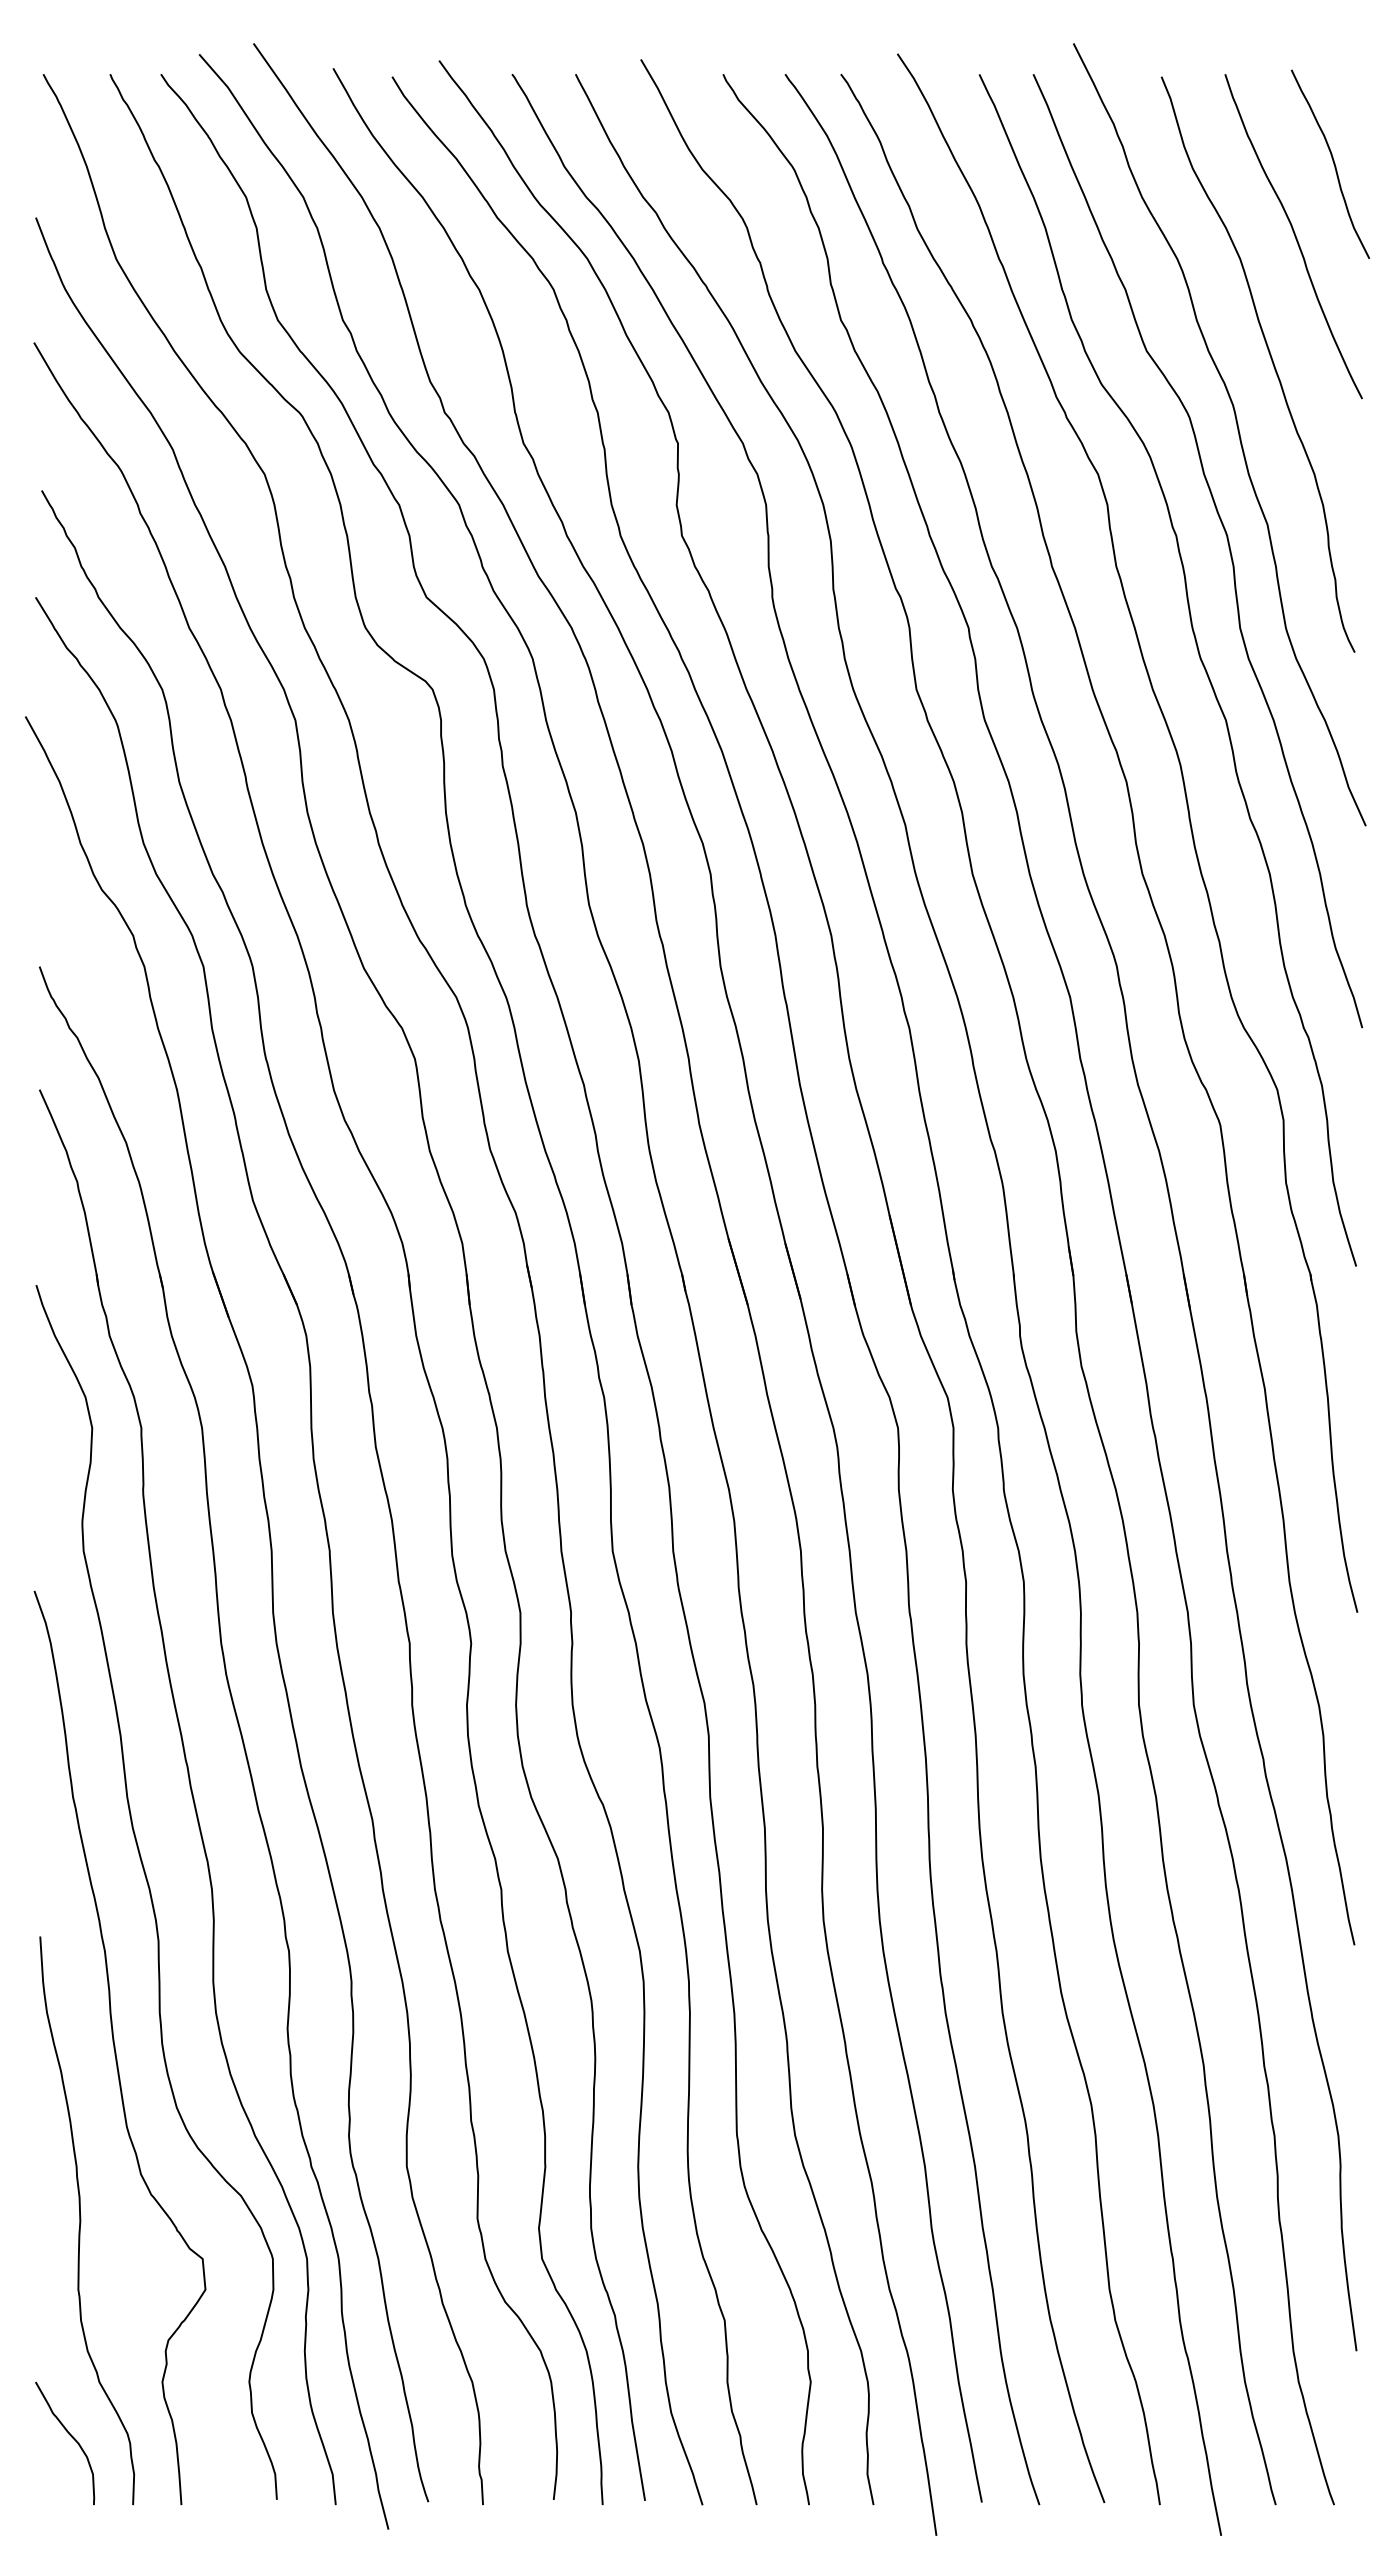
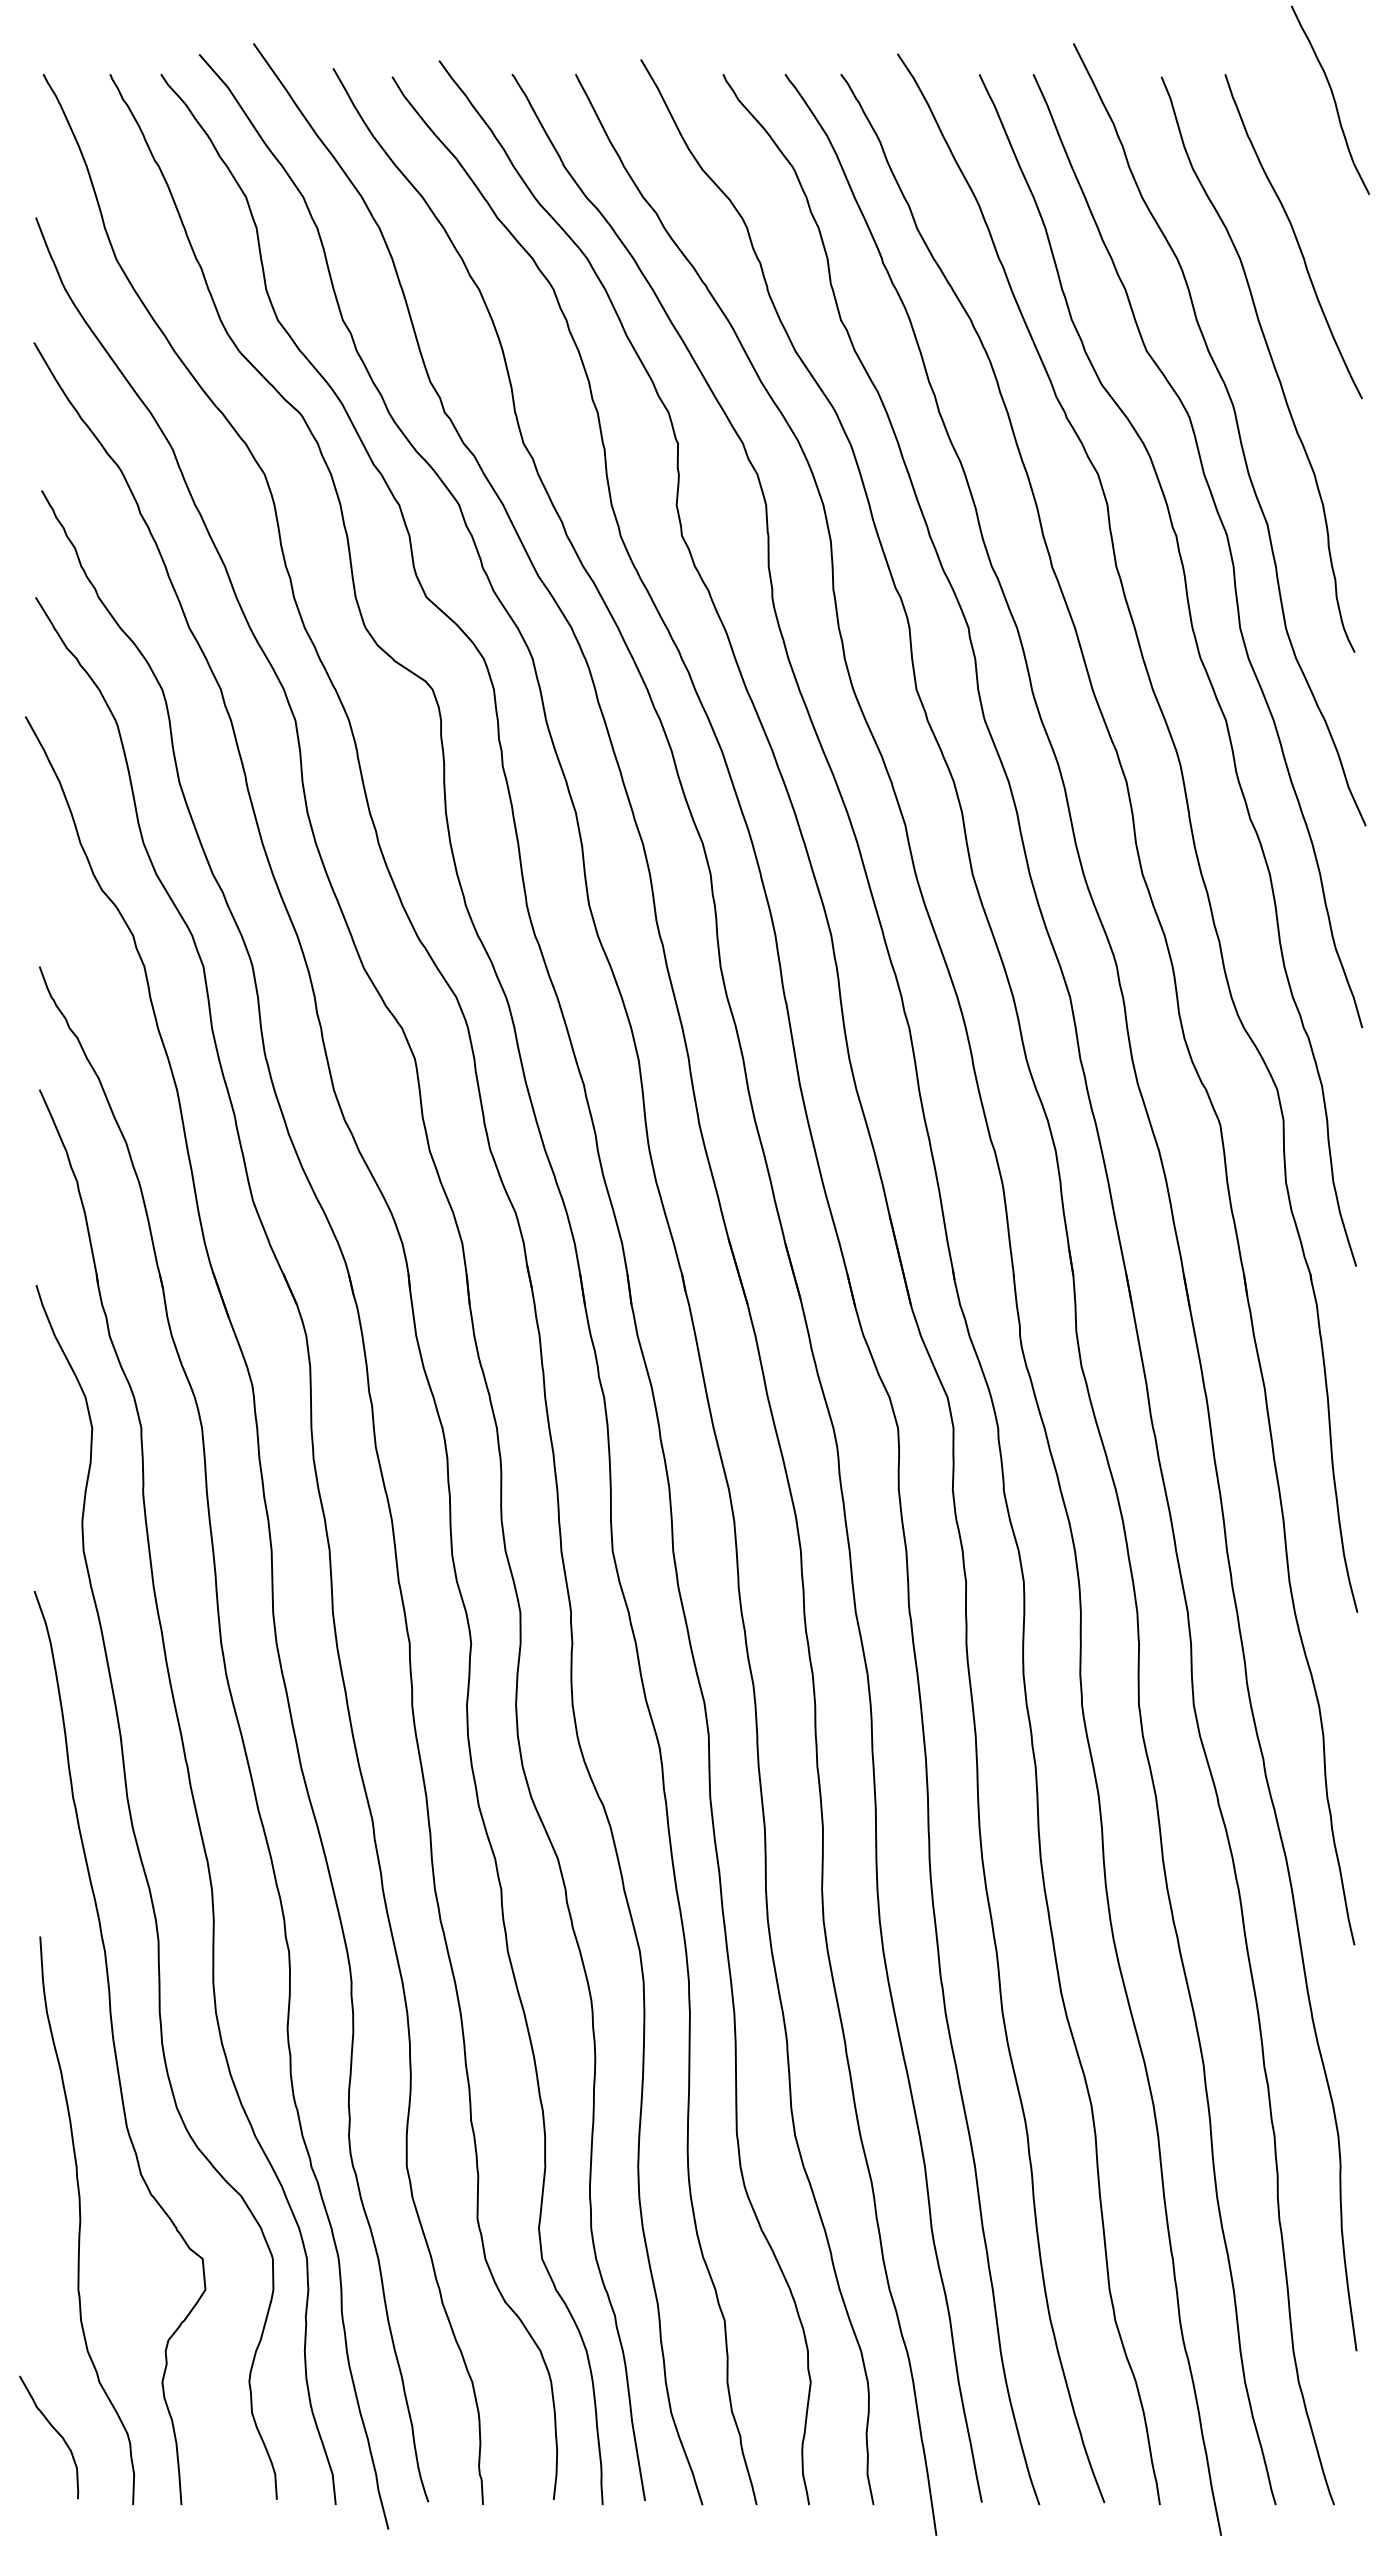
curve at (1332, 161) position: (1332, 161) -> (1332, 97)
curve at (71, 2437) position: (71, 2437) -> (55, 2431)
